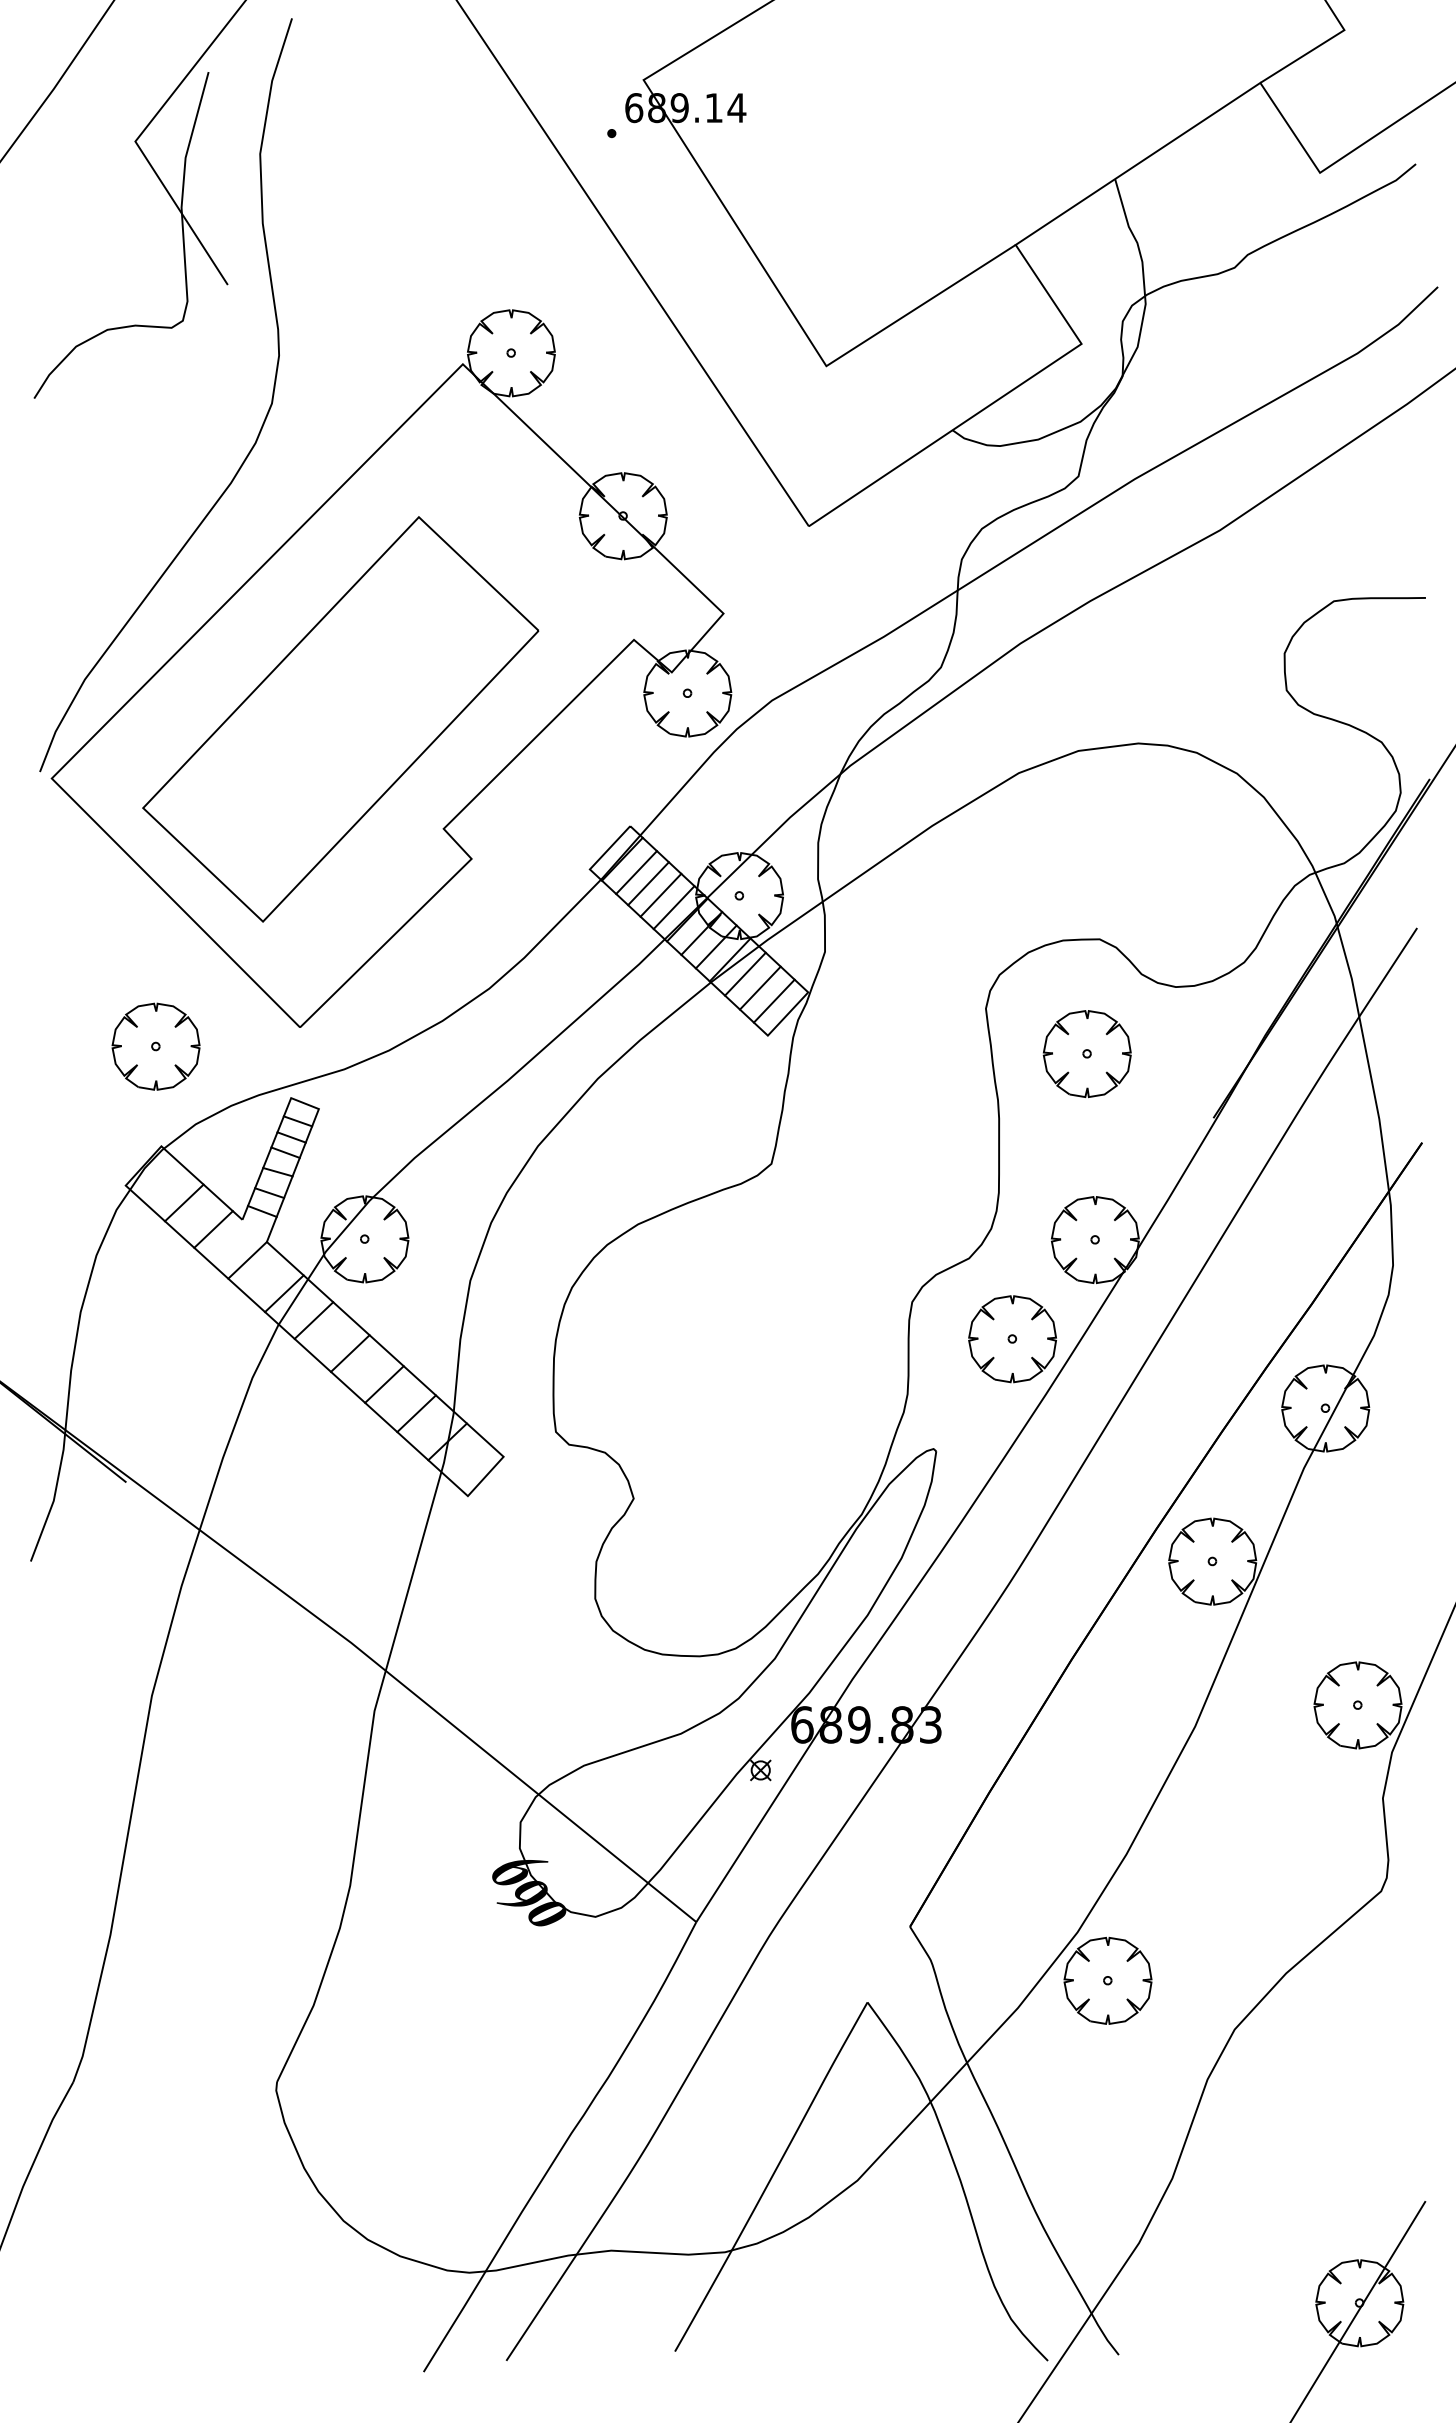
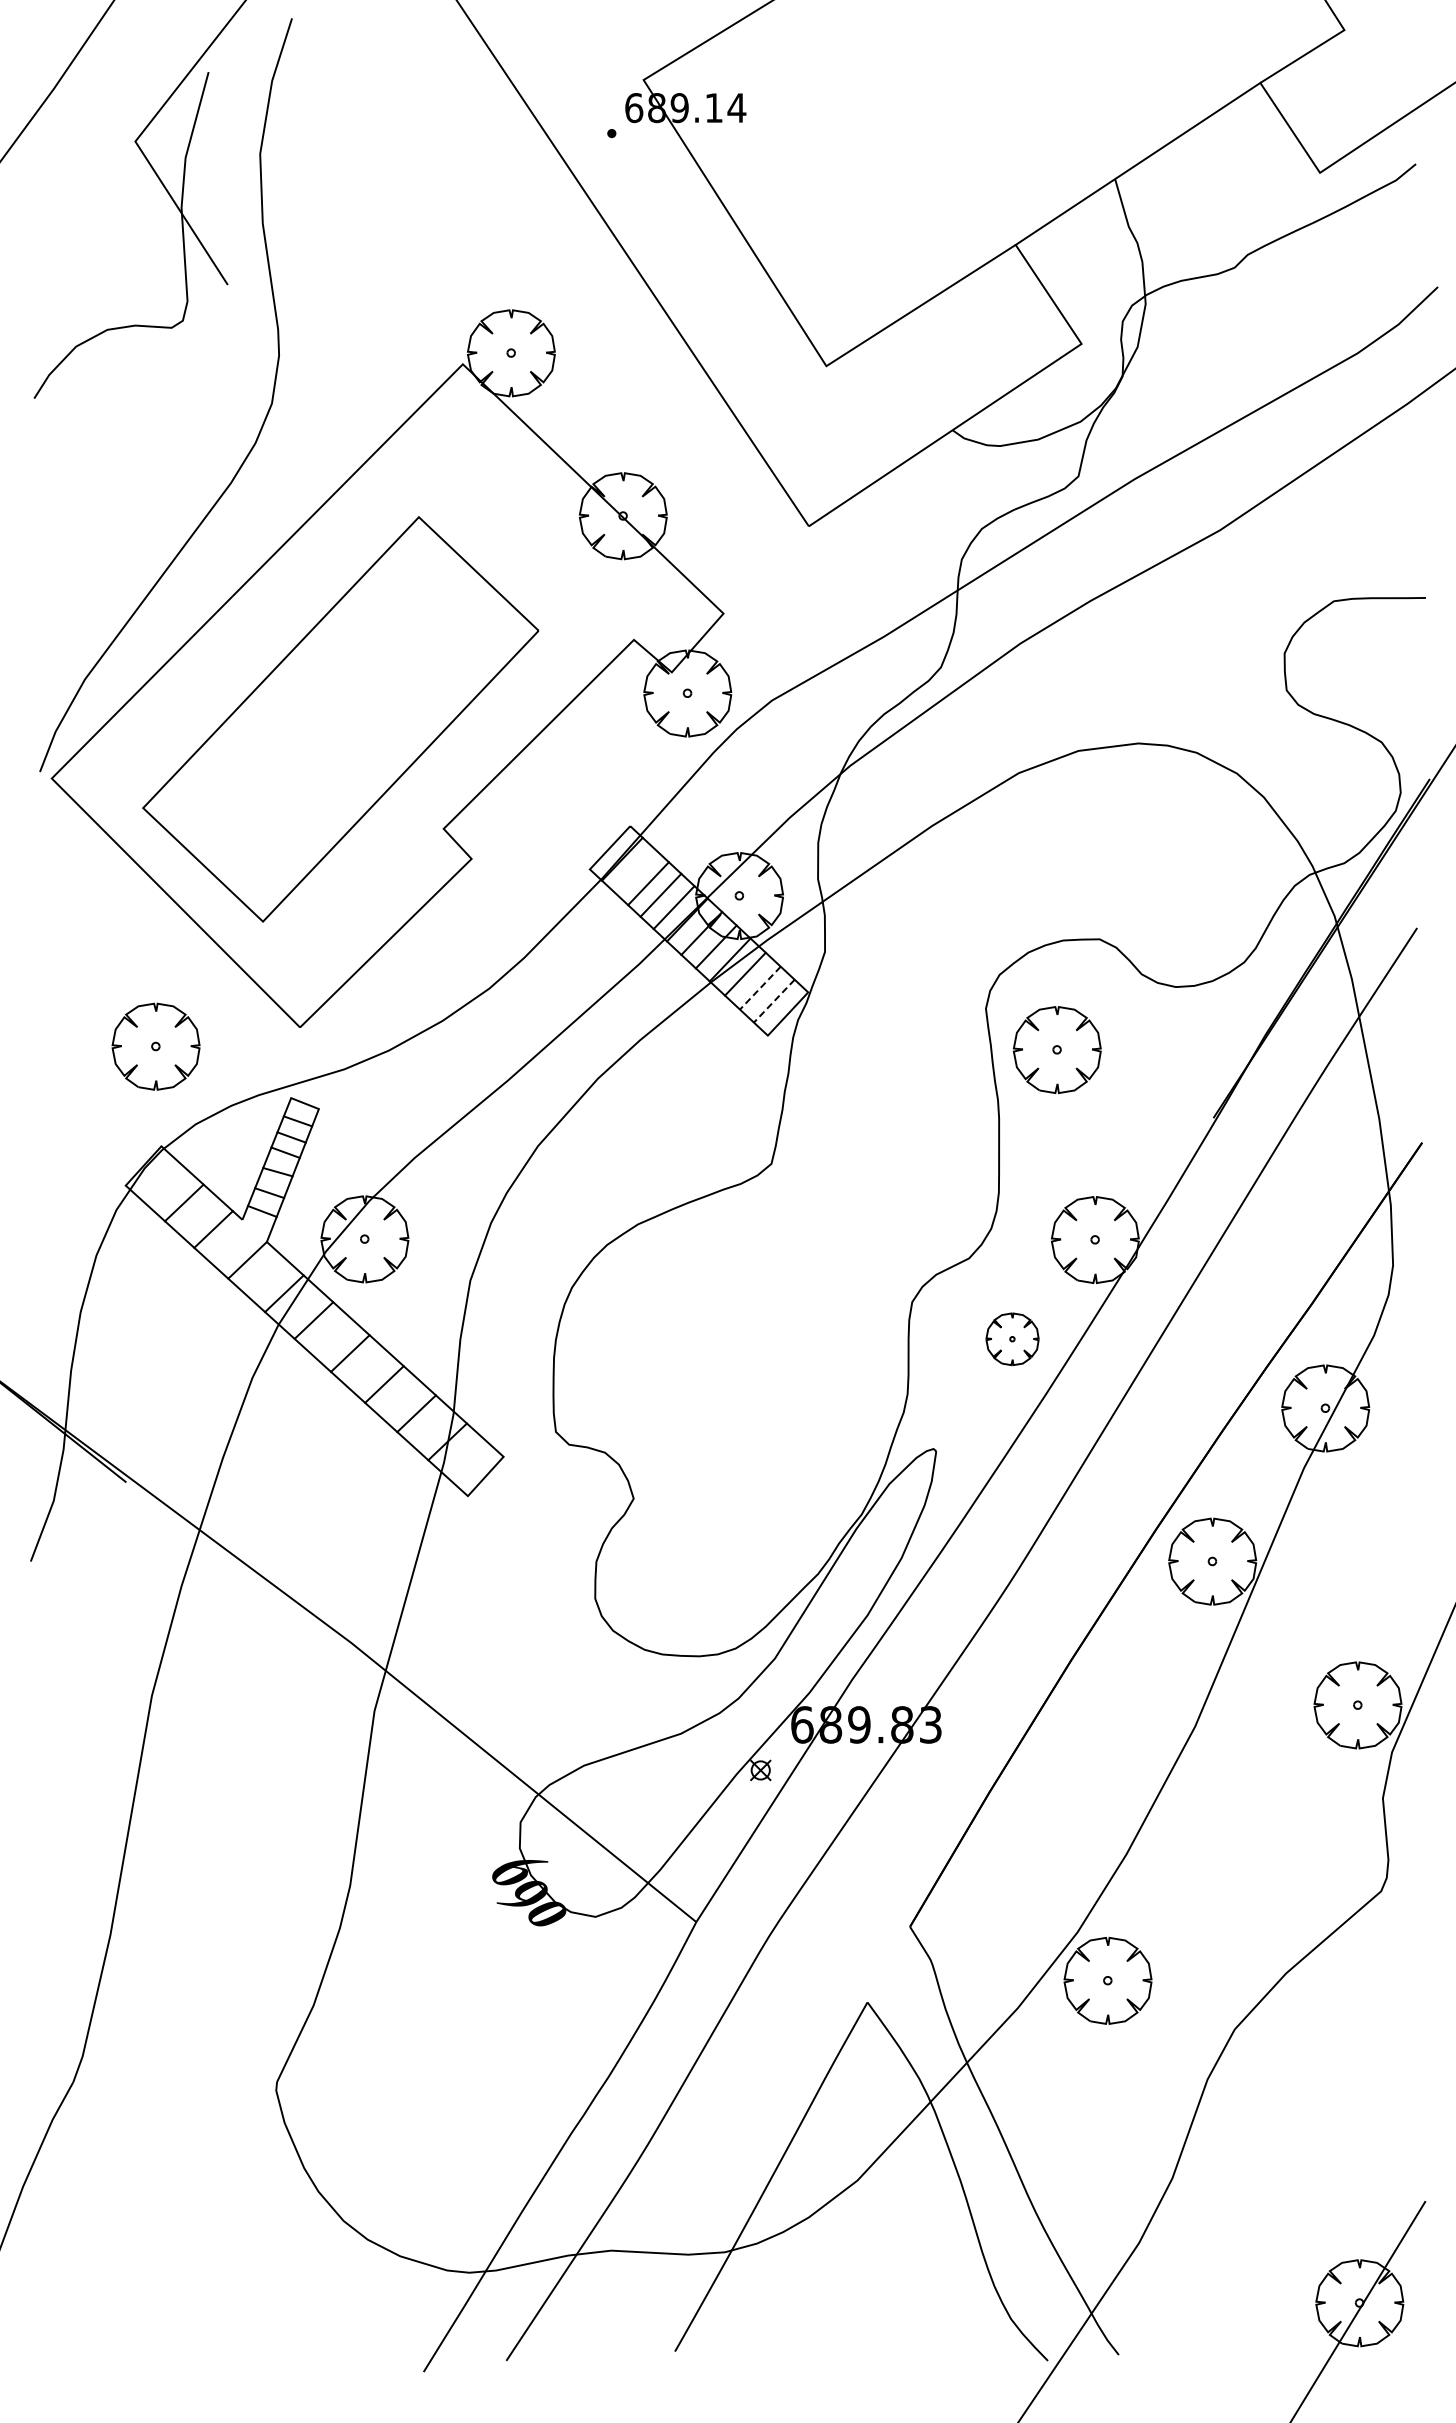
line at (636, 872): present -> none
line at (760, 988): solid -> dashed
line at (774, 1001): solid -> dashed
part at (1086, 1054) position: (1086, 1054) -> (1056, 1050)
part at (1012, 1339) size: 89x89 px -> 55x55 px
